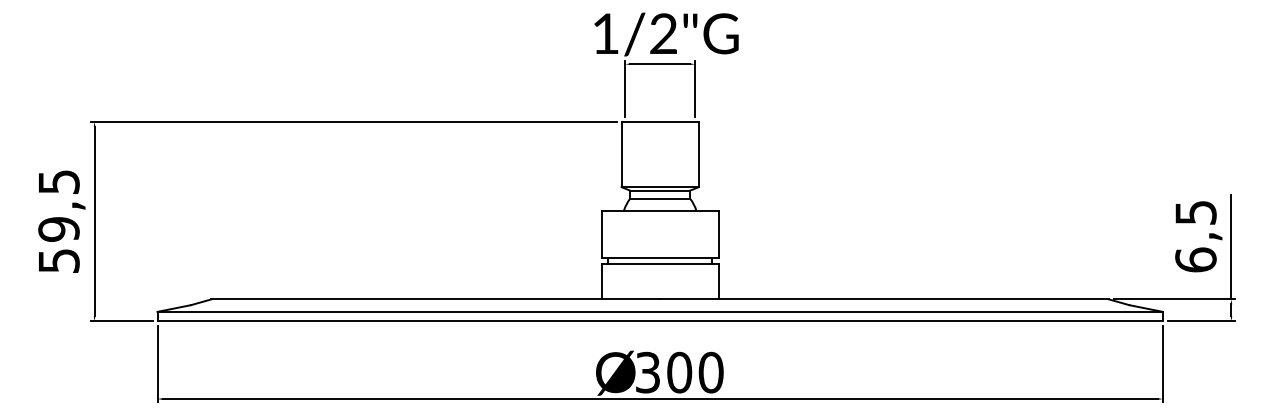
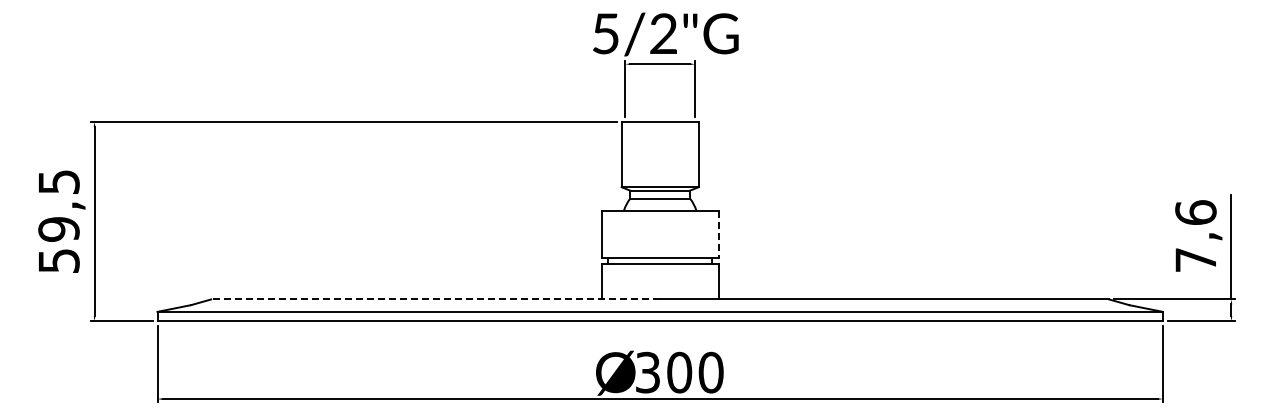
text at (605, 33): 1/2"G -> 5/2"G
line at (718, 234): solid -> dashed
text at (1195, 236): 6,5 -> 7,6
line at (435, 299): solid -> dashed
